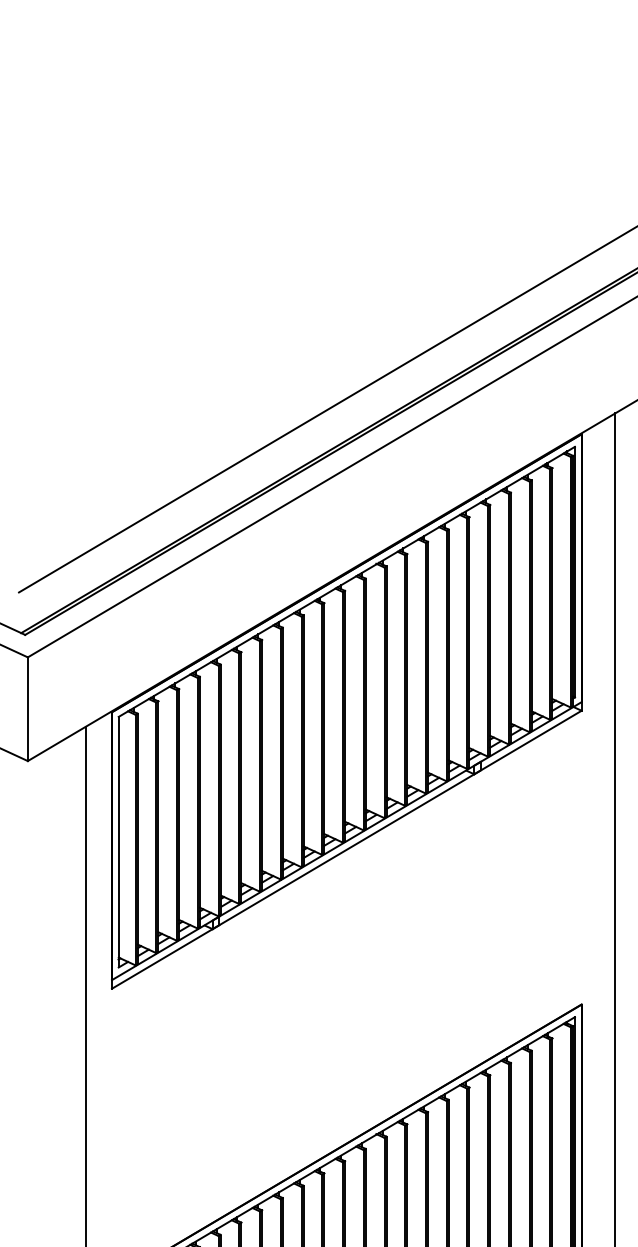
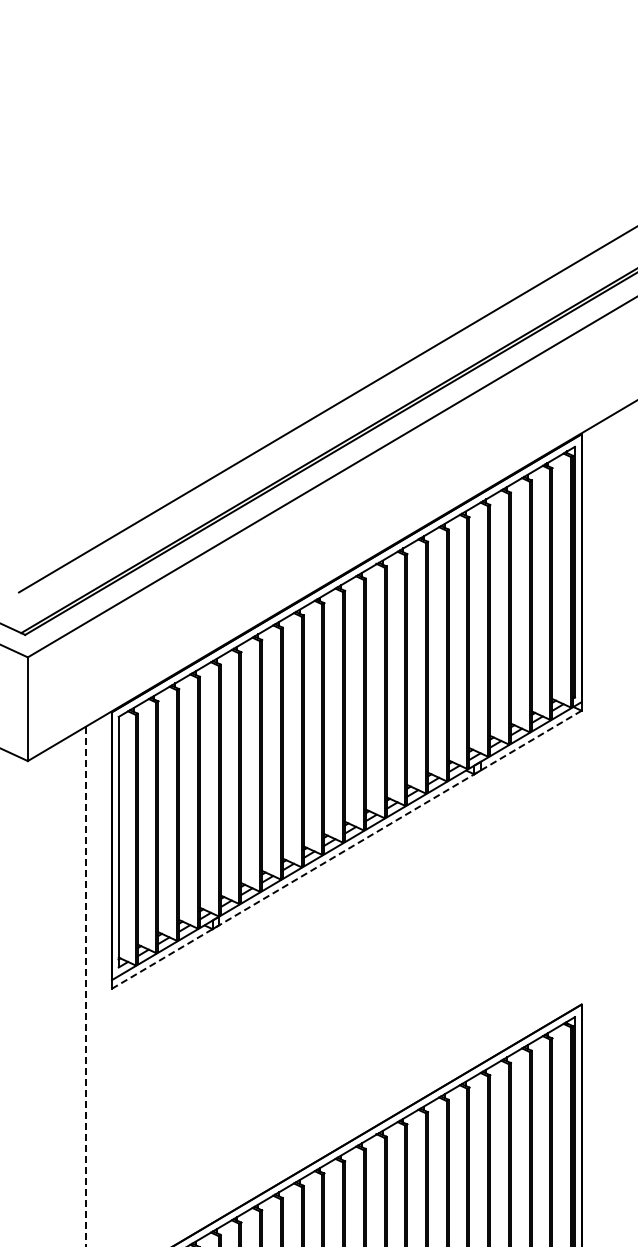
line at (615, 828): present -> none
line at (346, 849): solid -> dashed
line at (86, 986): solid -> dashed
